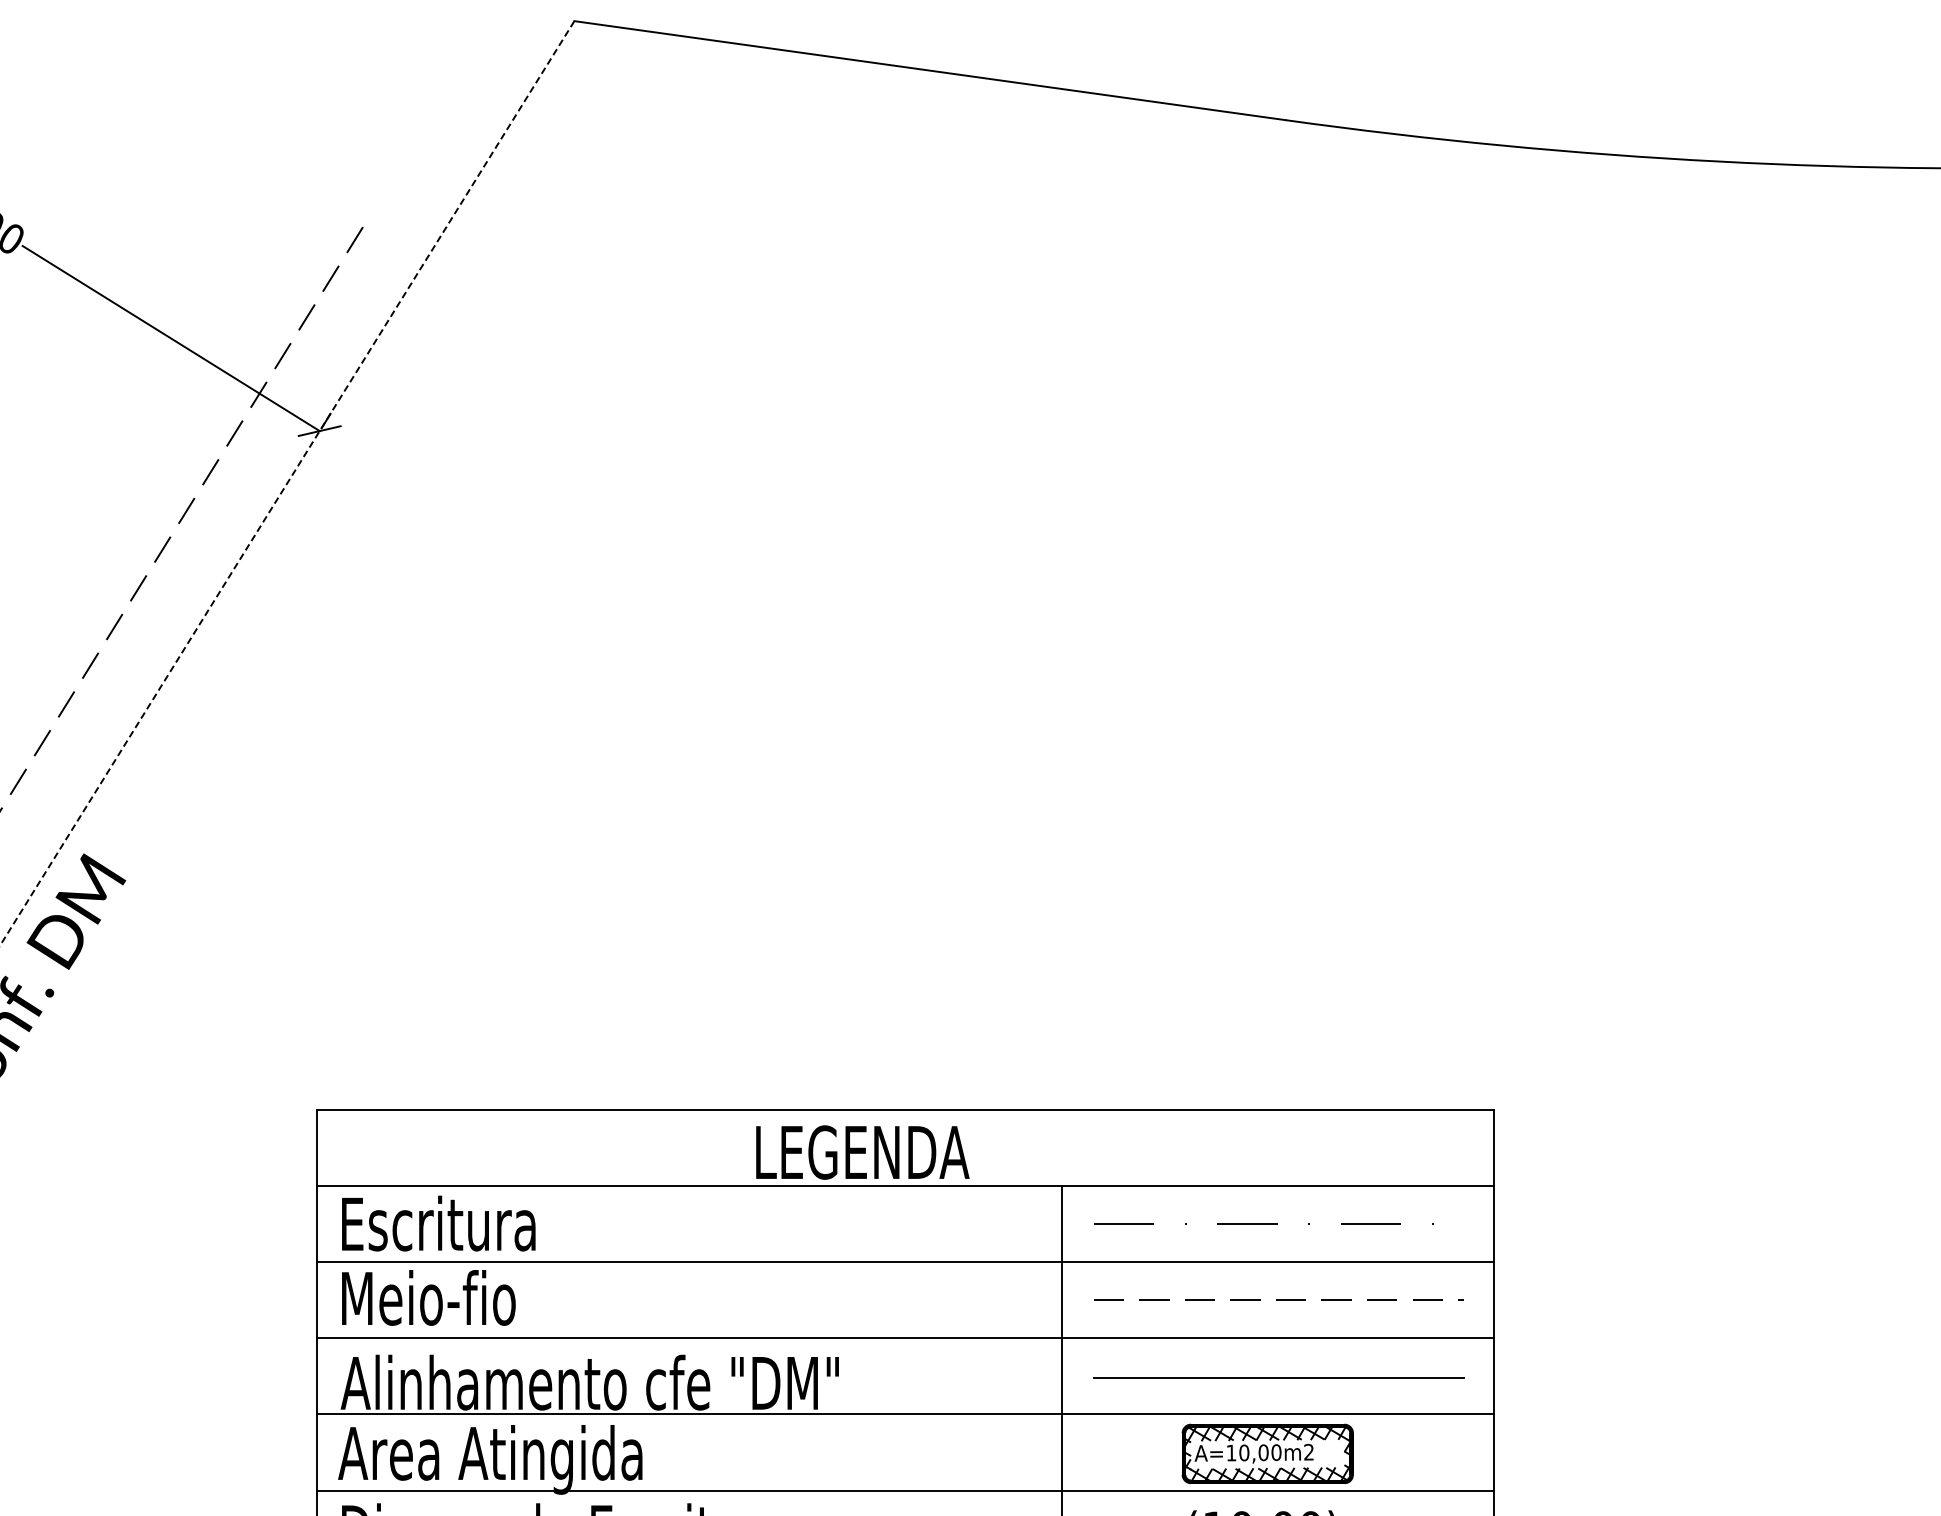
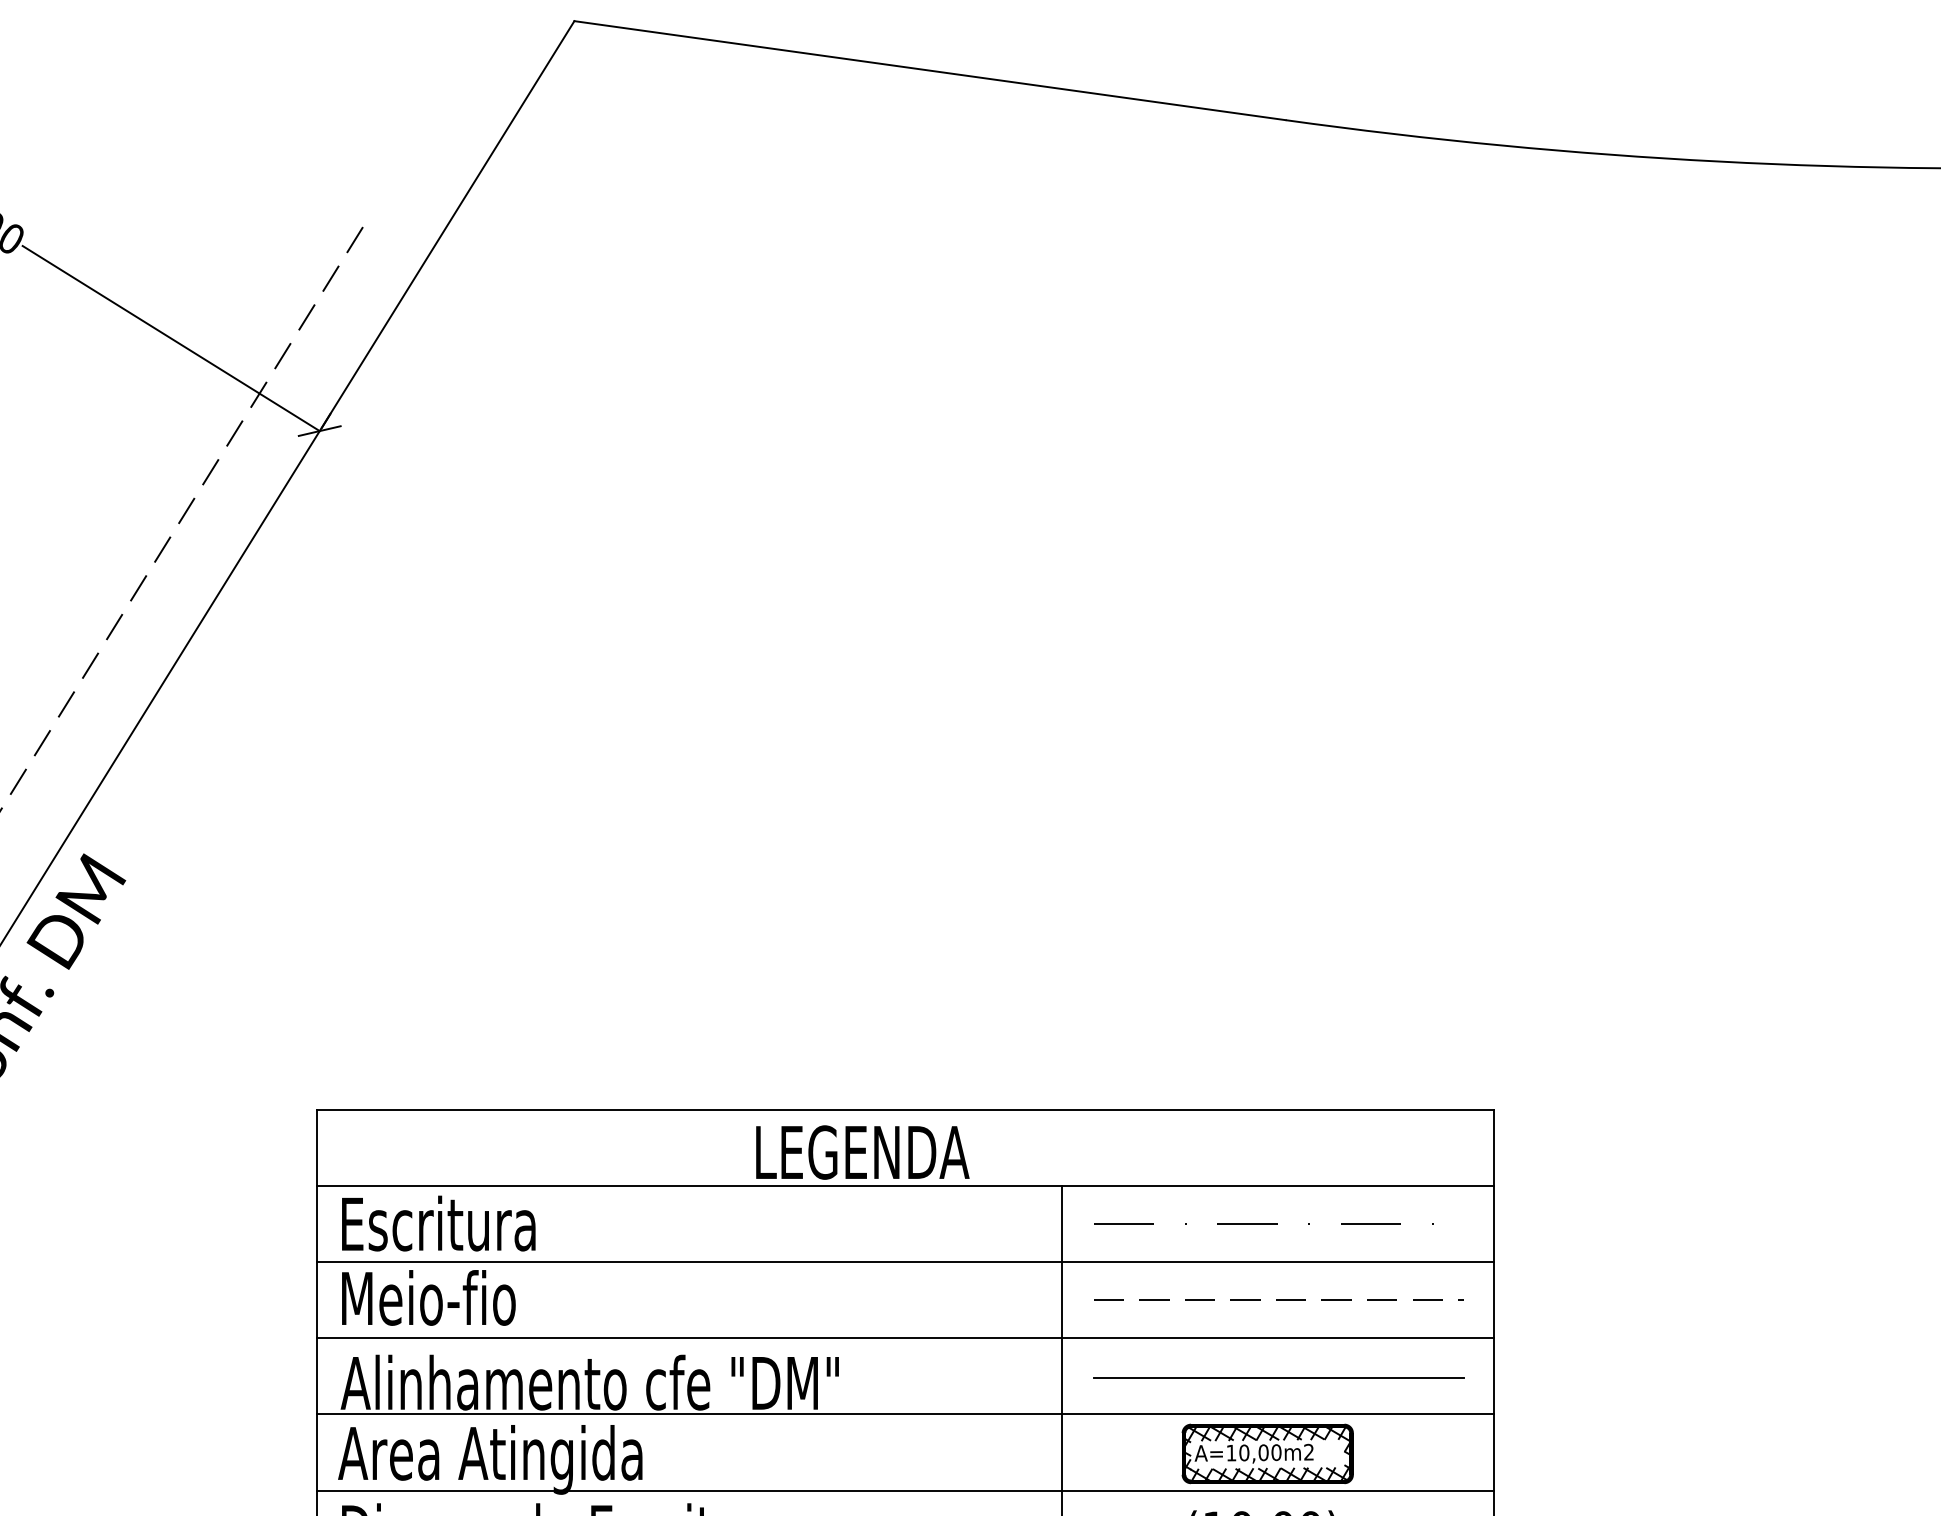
line at (287, 483): dashed -> solid
